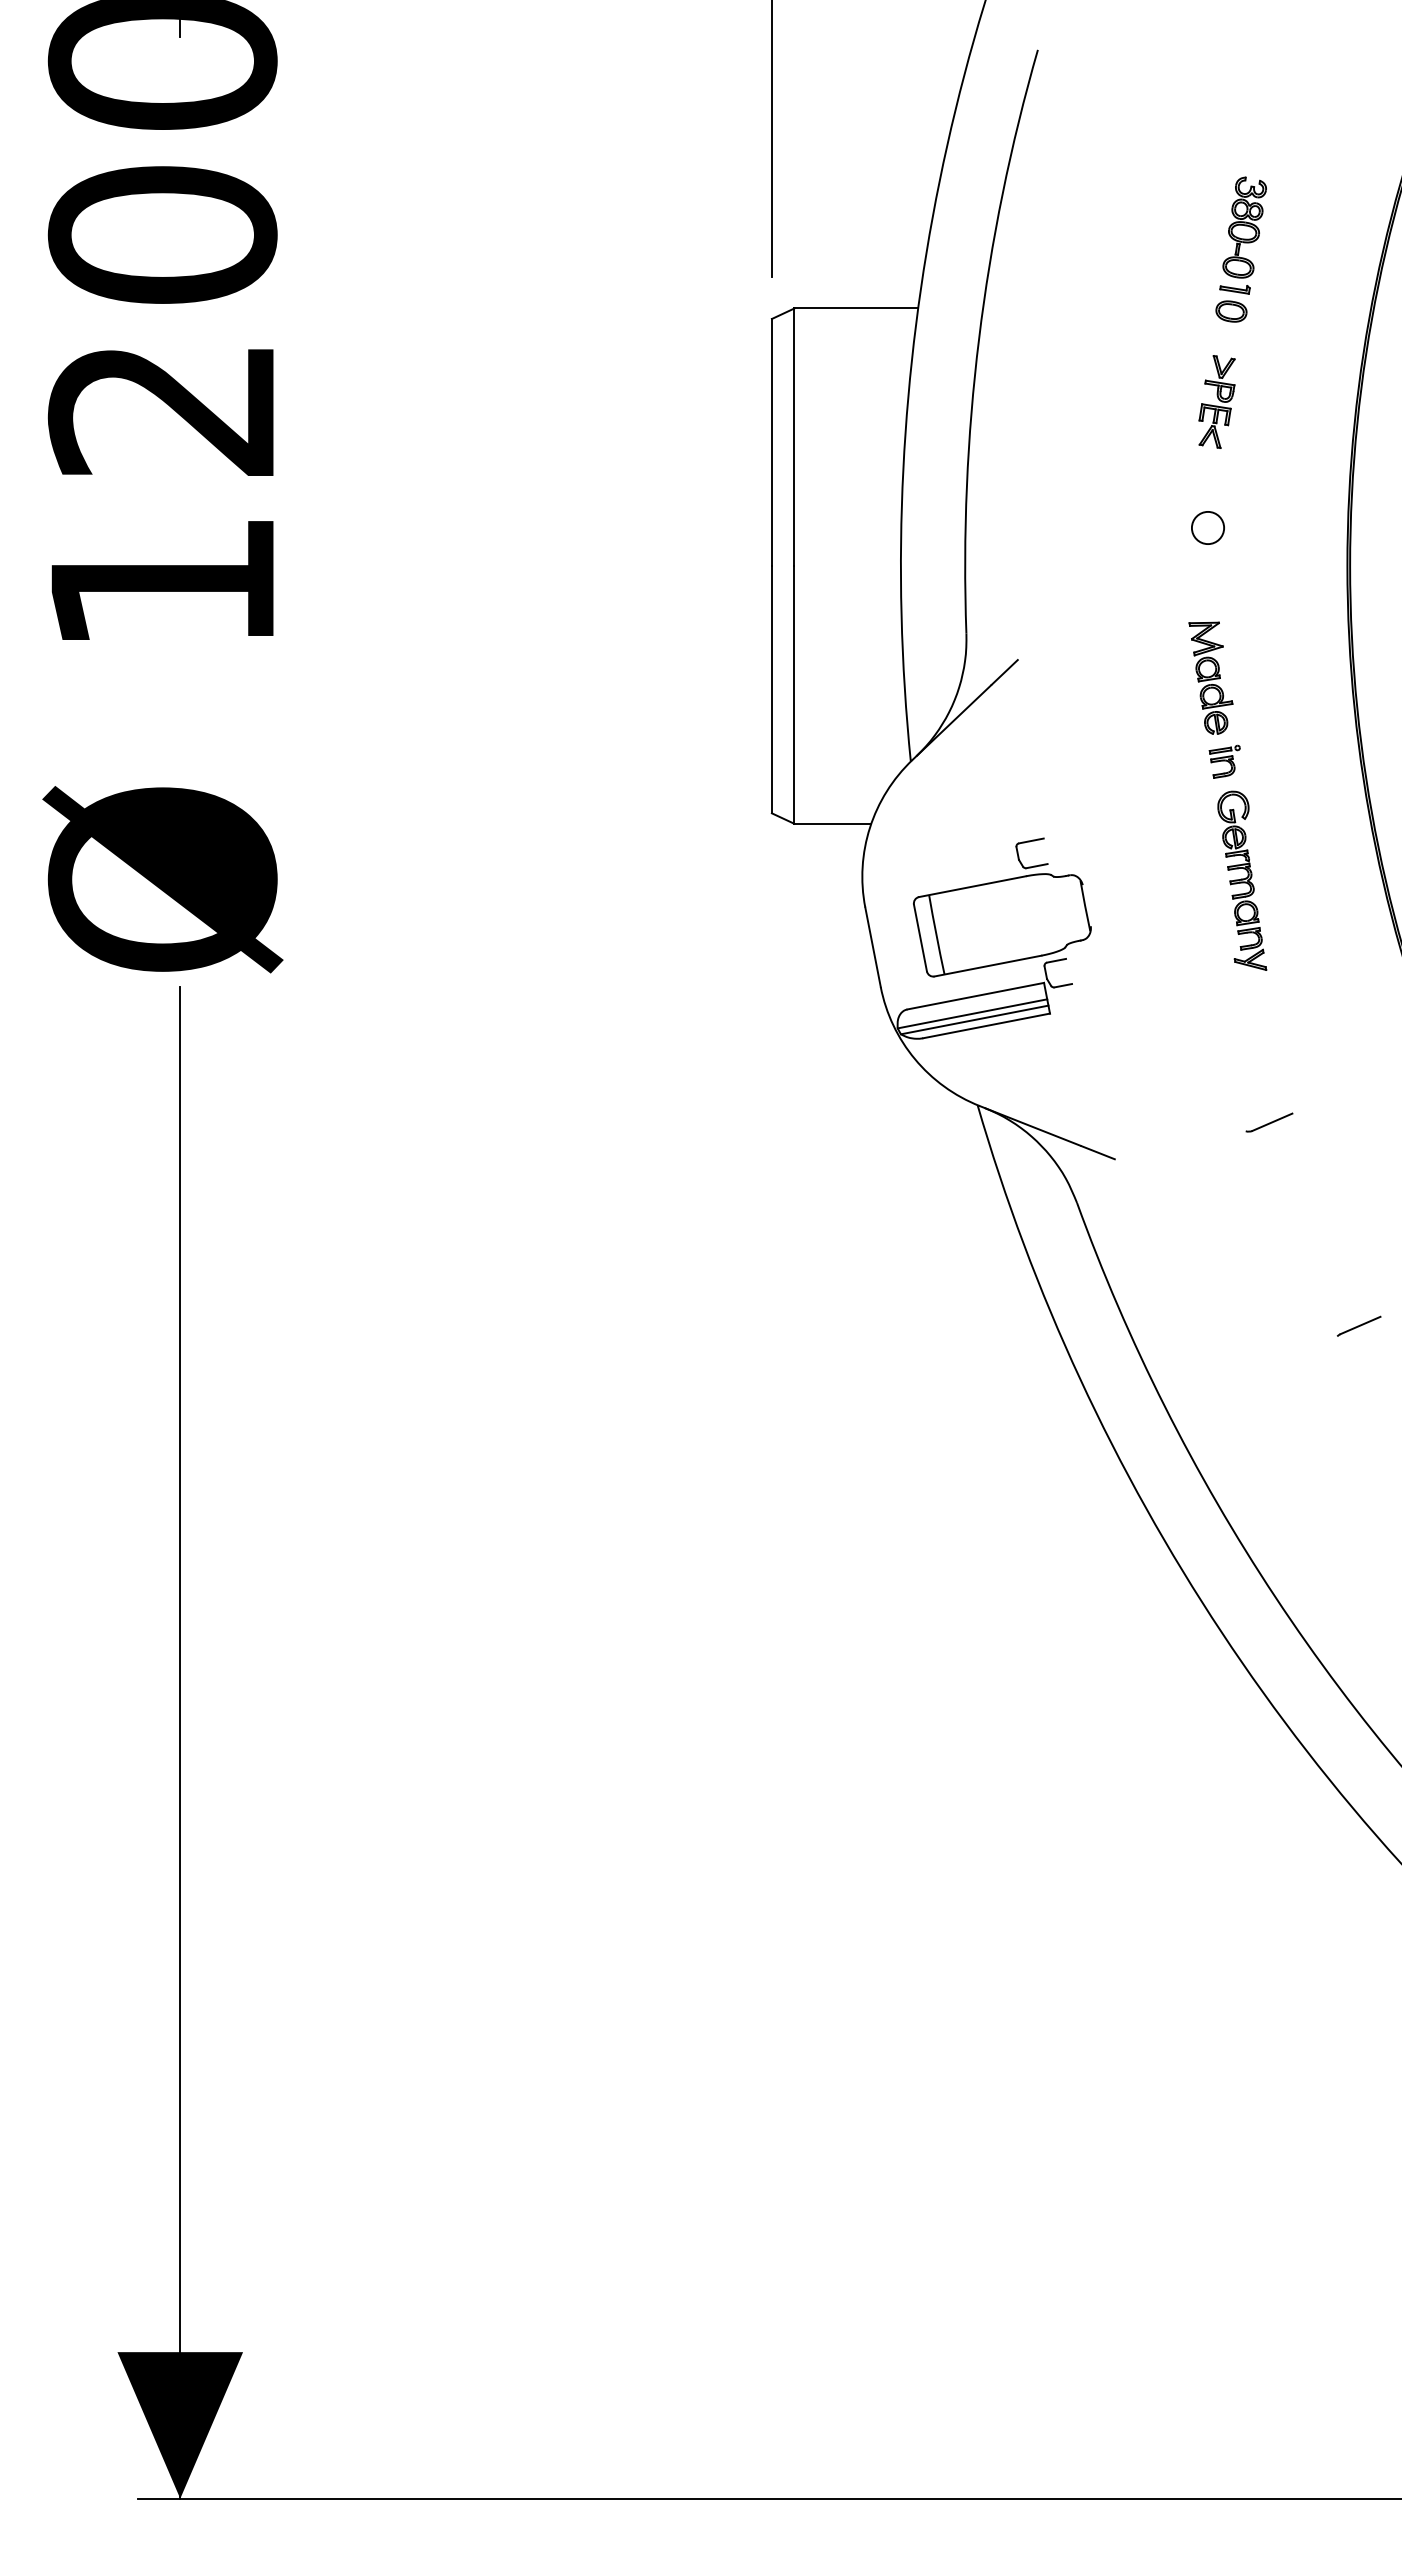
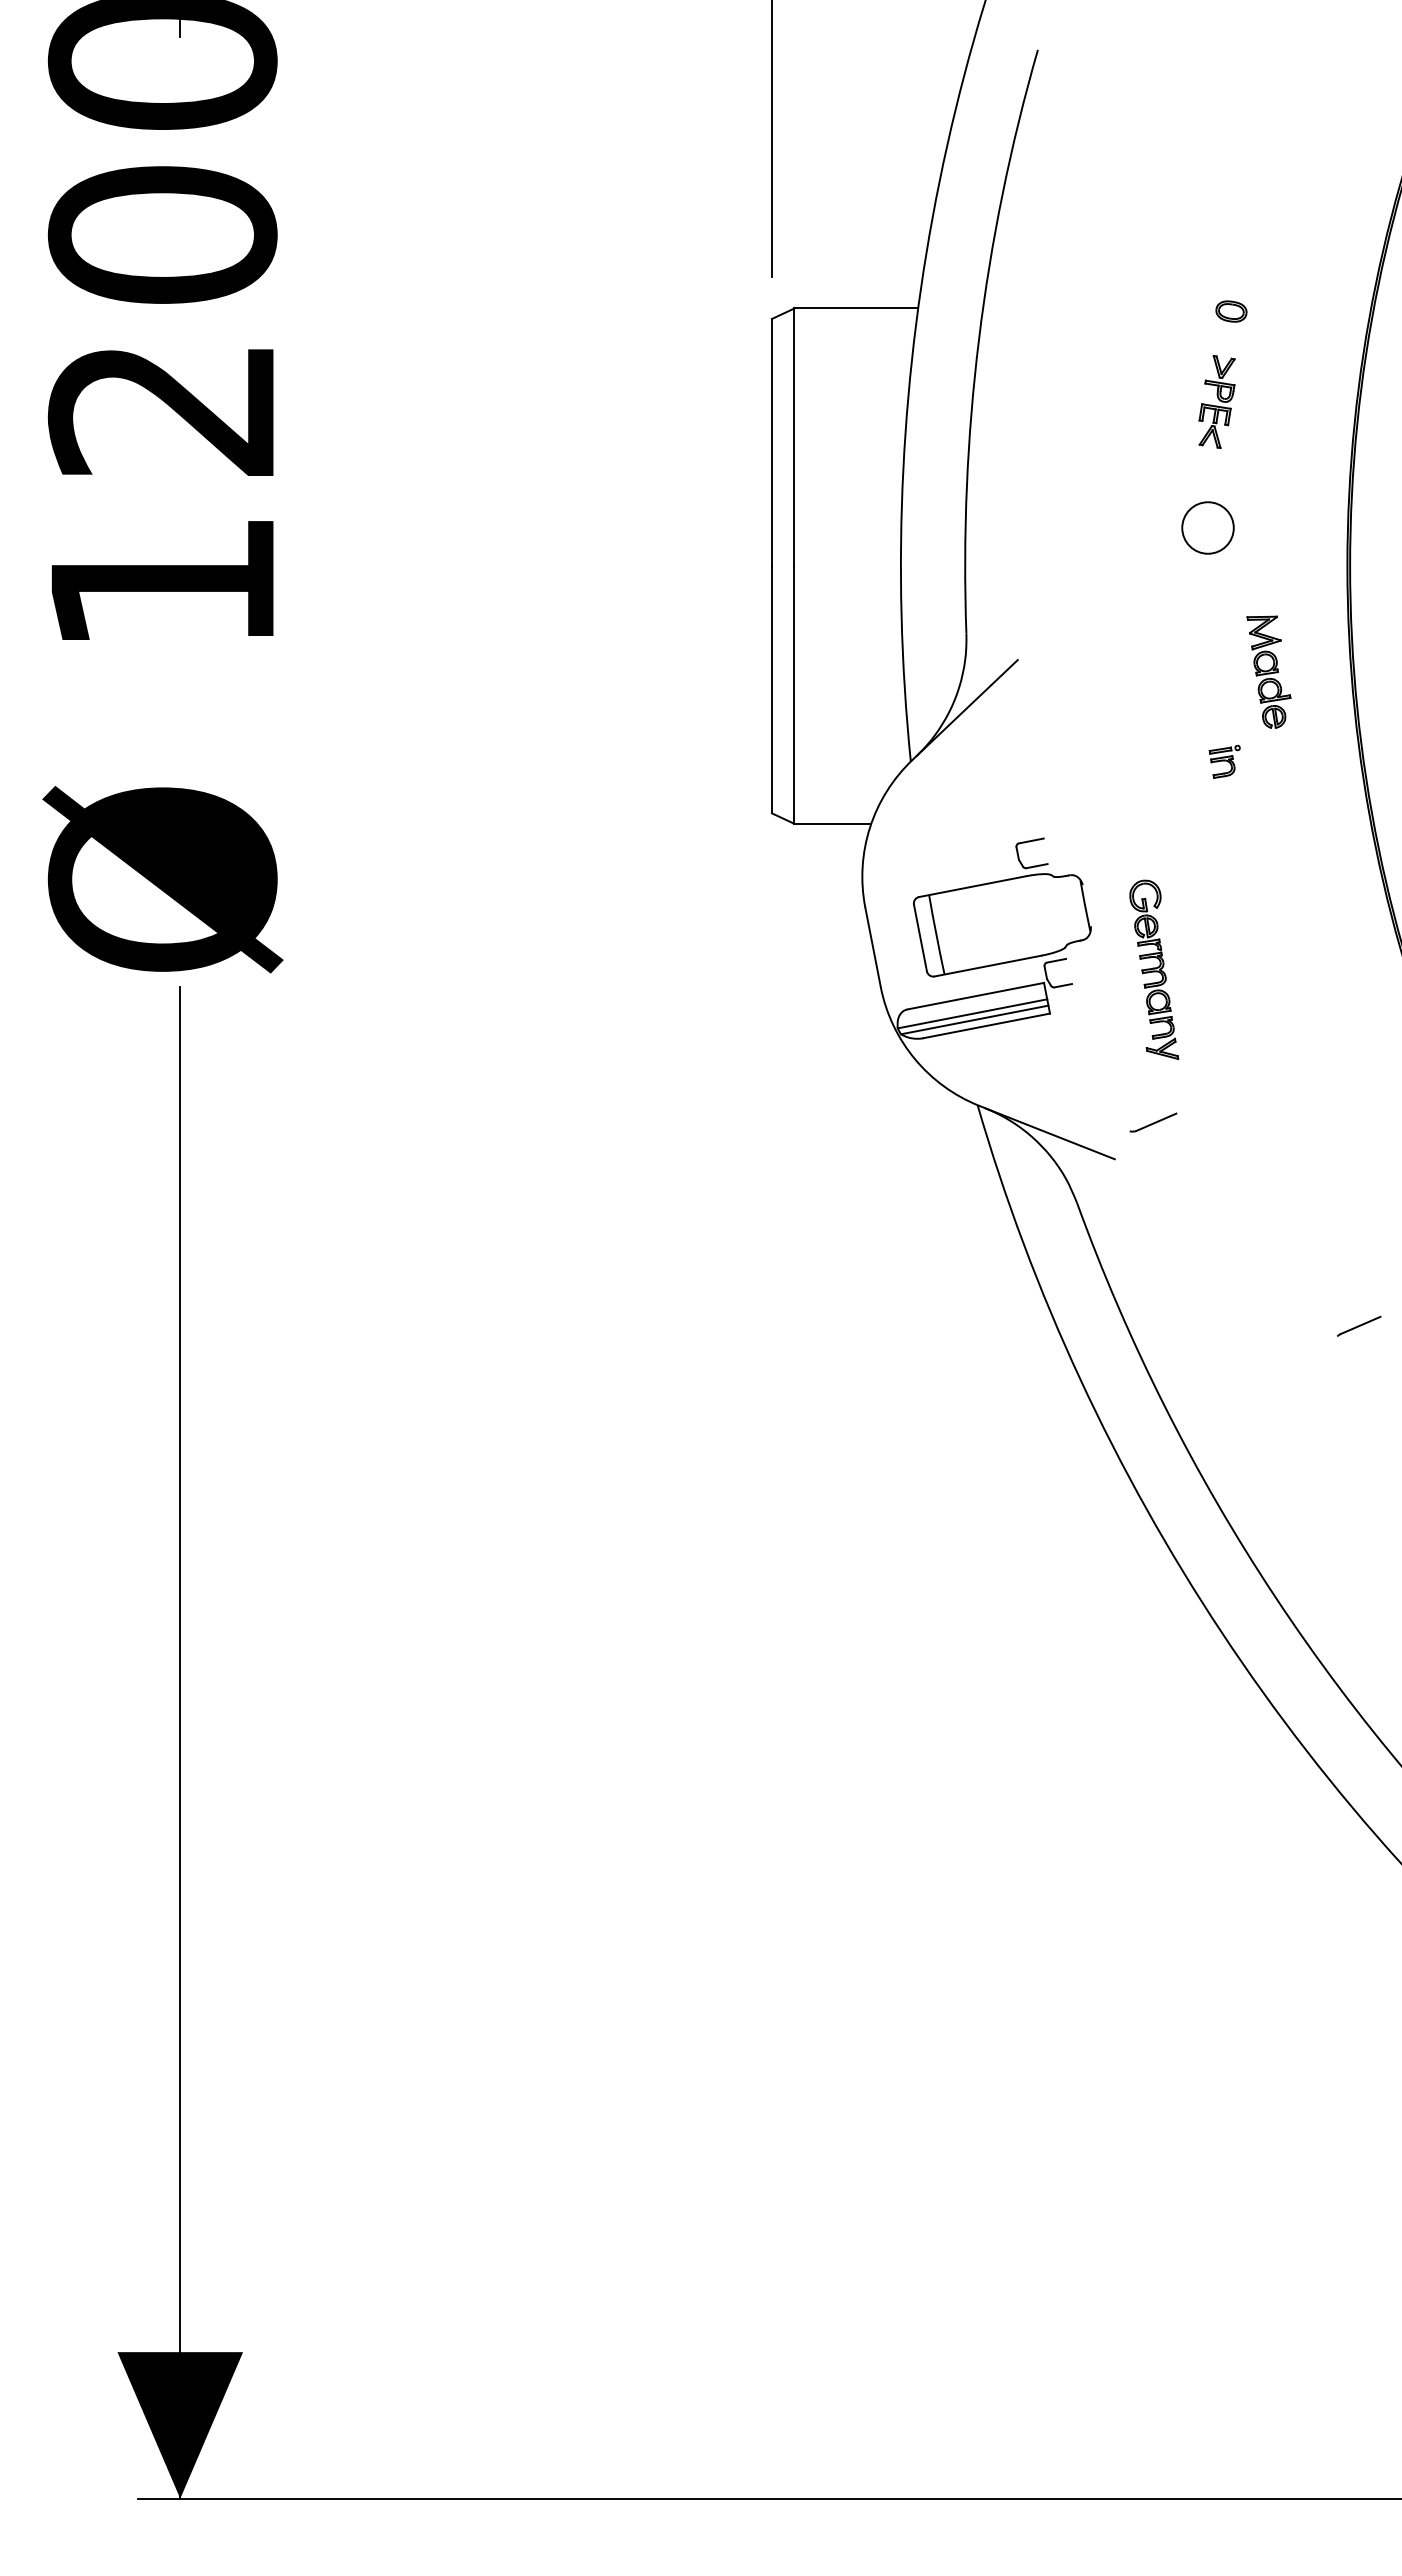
part at (1242, 235): present -> none
circle at (1207, 527) diameter: 32 px -> 52 px
part at (1210, 677) position: (1210, 677) -> (1268, 671)
part at (1242, 880) position: (1242, 880) -> (1154, 969)
part at (1269, 1122) position: (1269, 1122) -> (1153, 1122)
